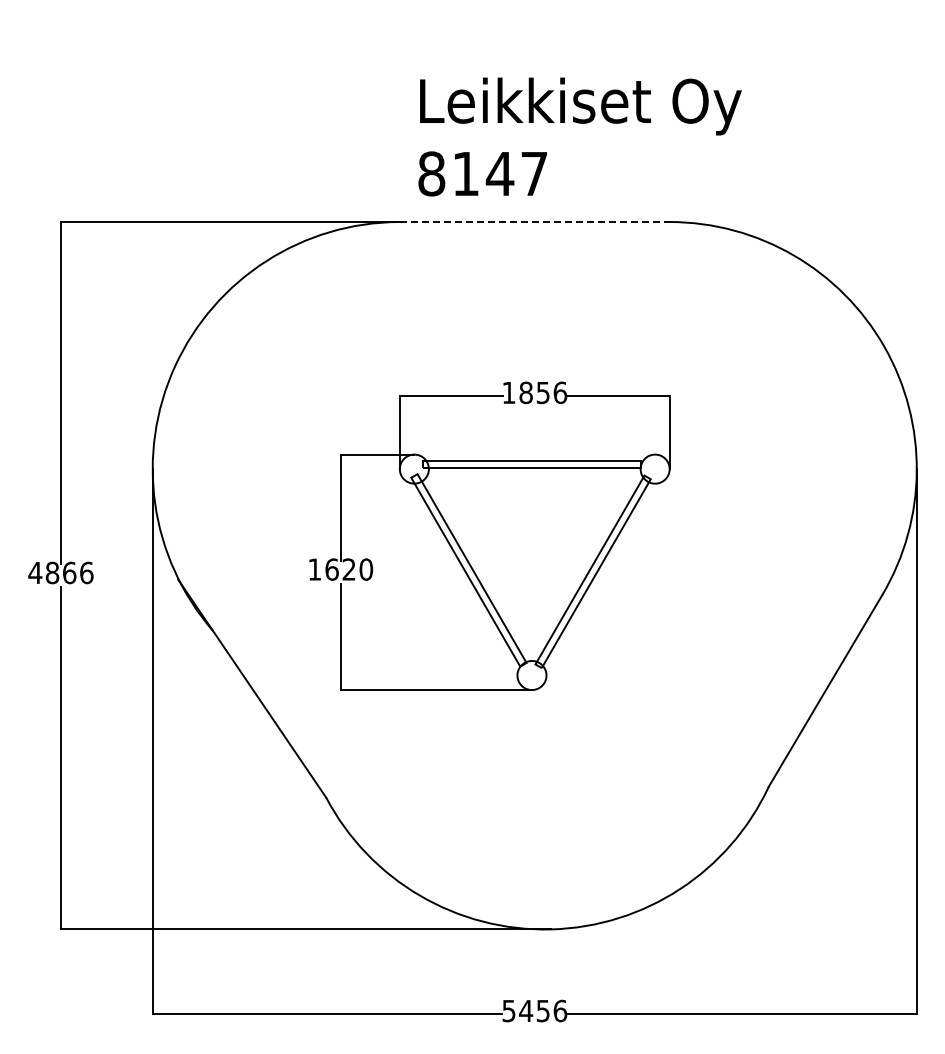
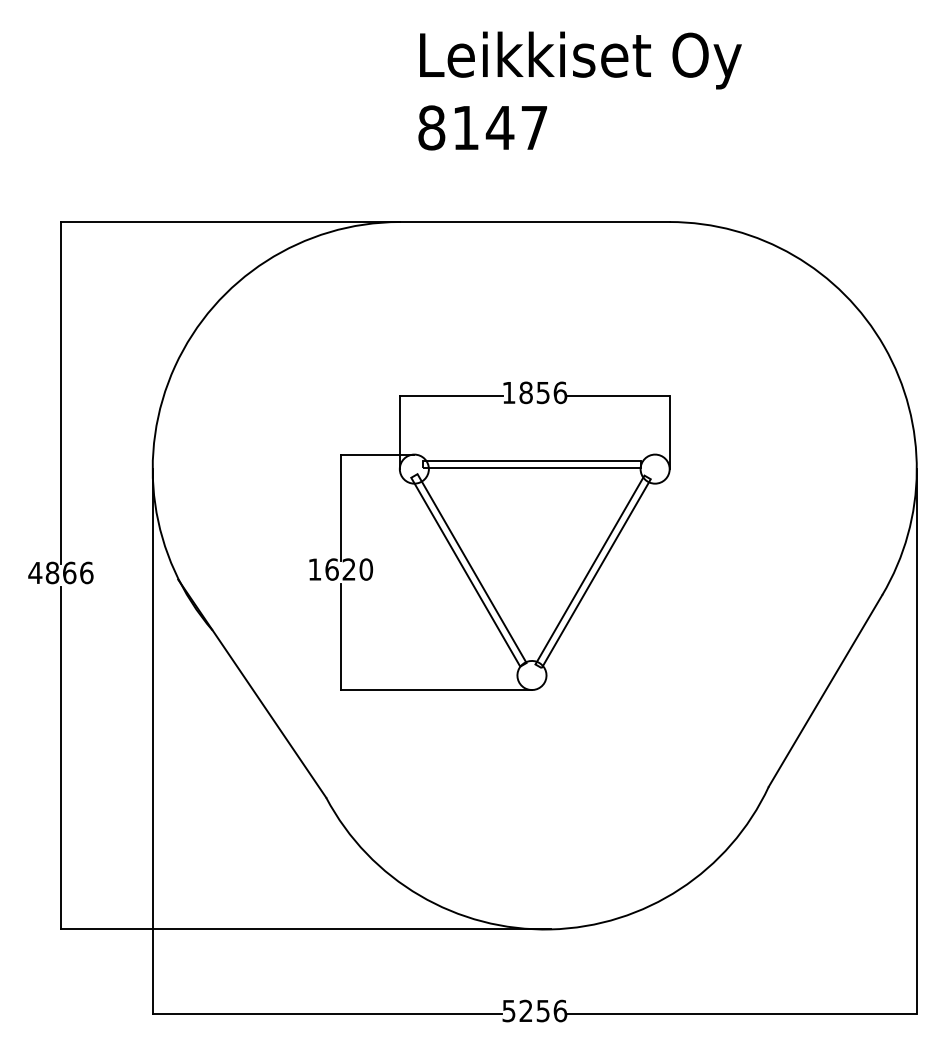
text at (579, 136) position: (579, 136) -> (579, 90)
line at (534, 222): dashed -> solid
text at (526, 1010): 5456 -> 5256
